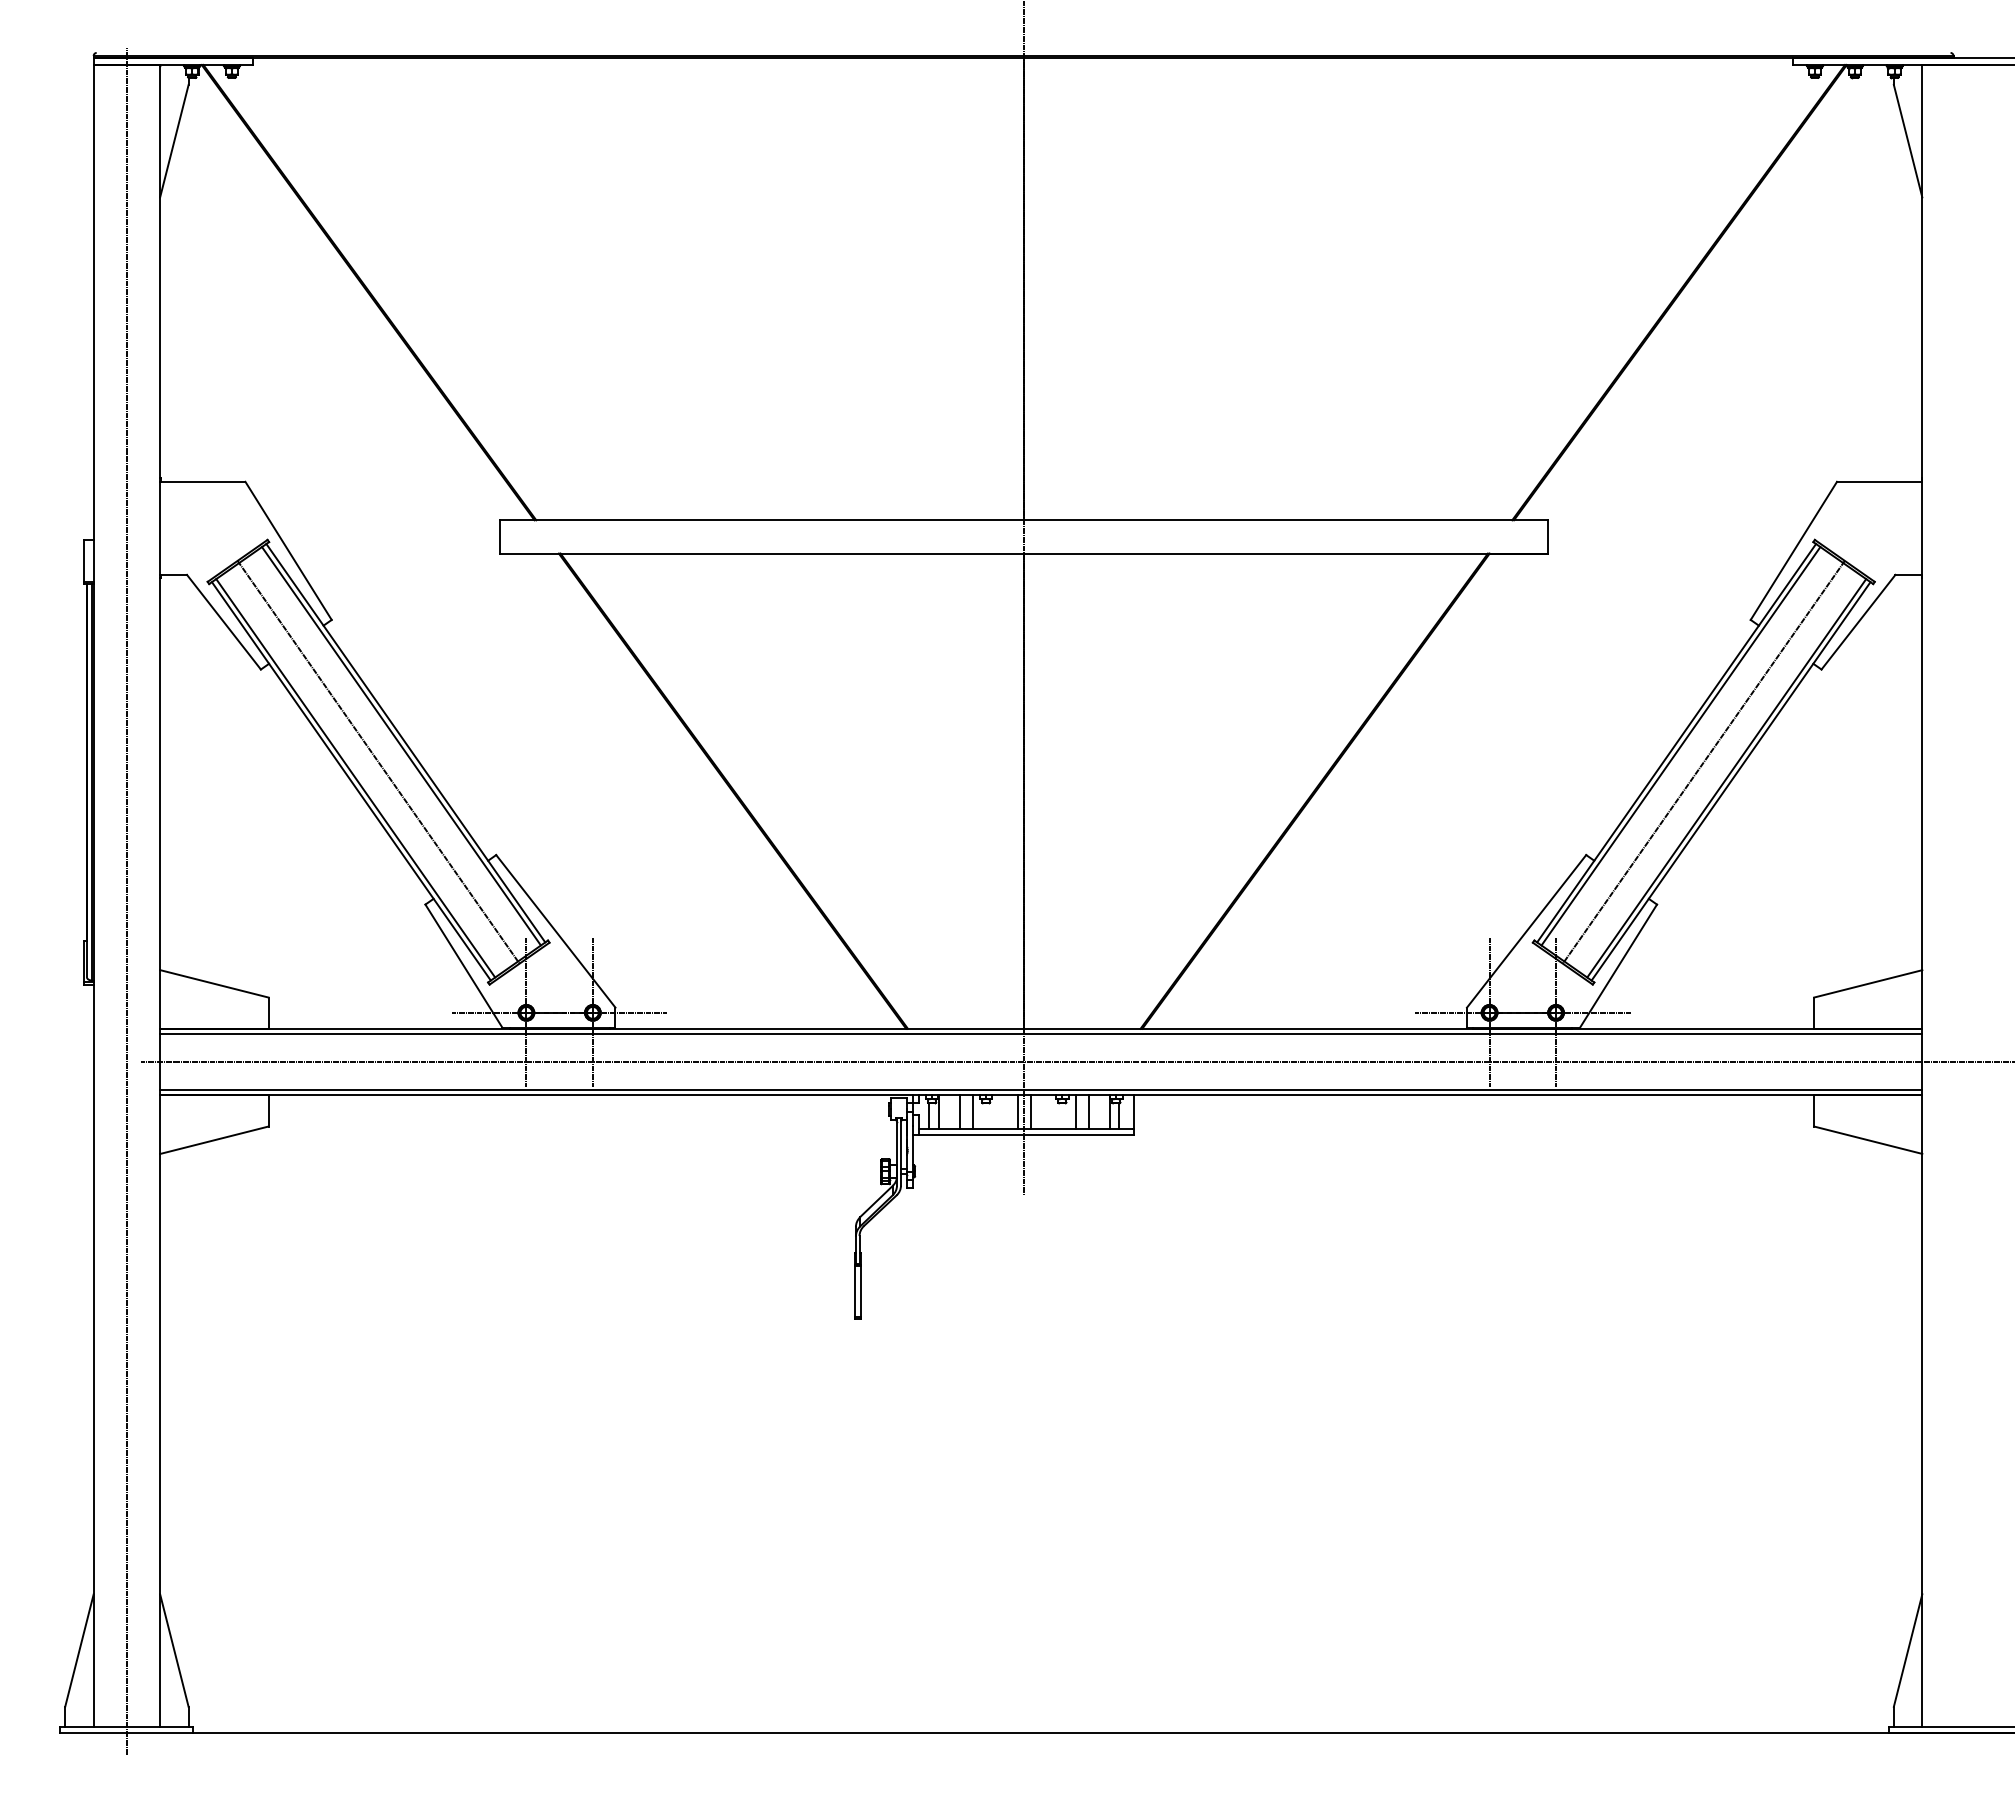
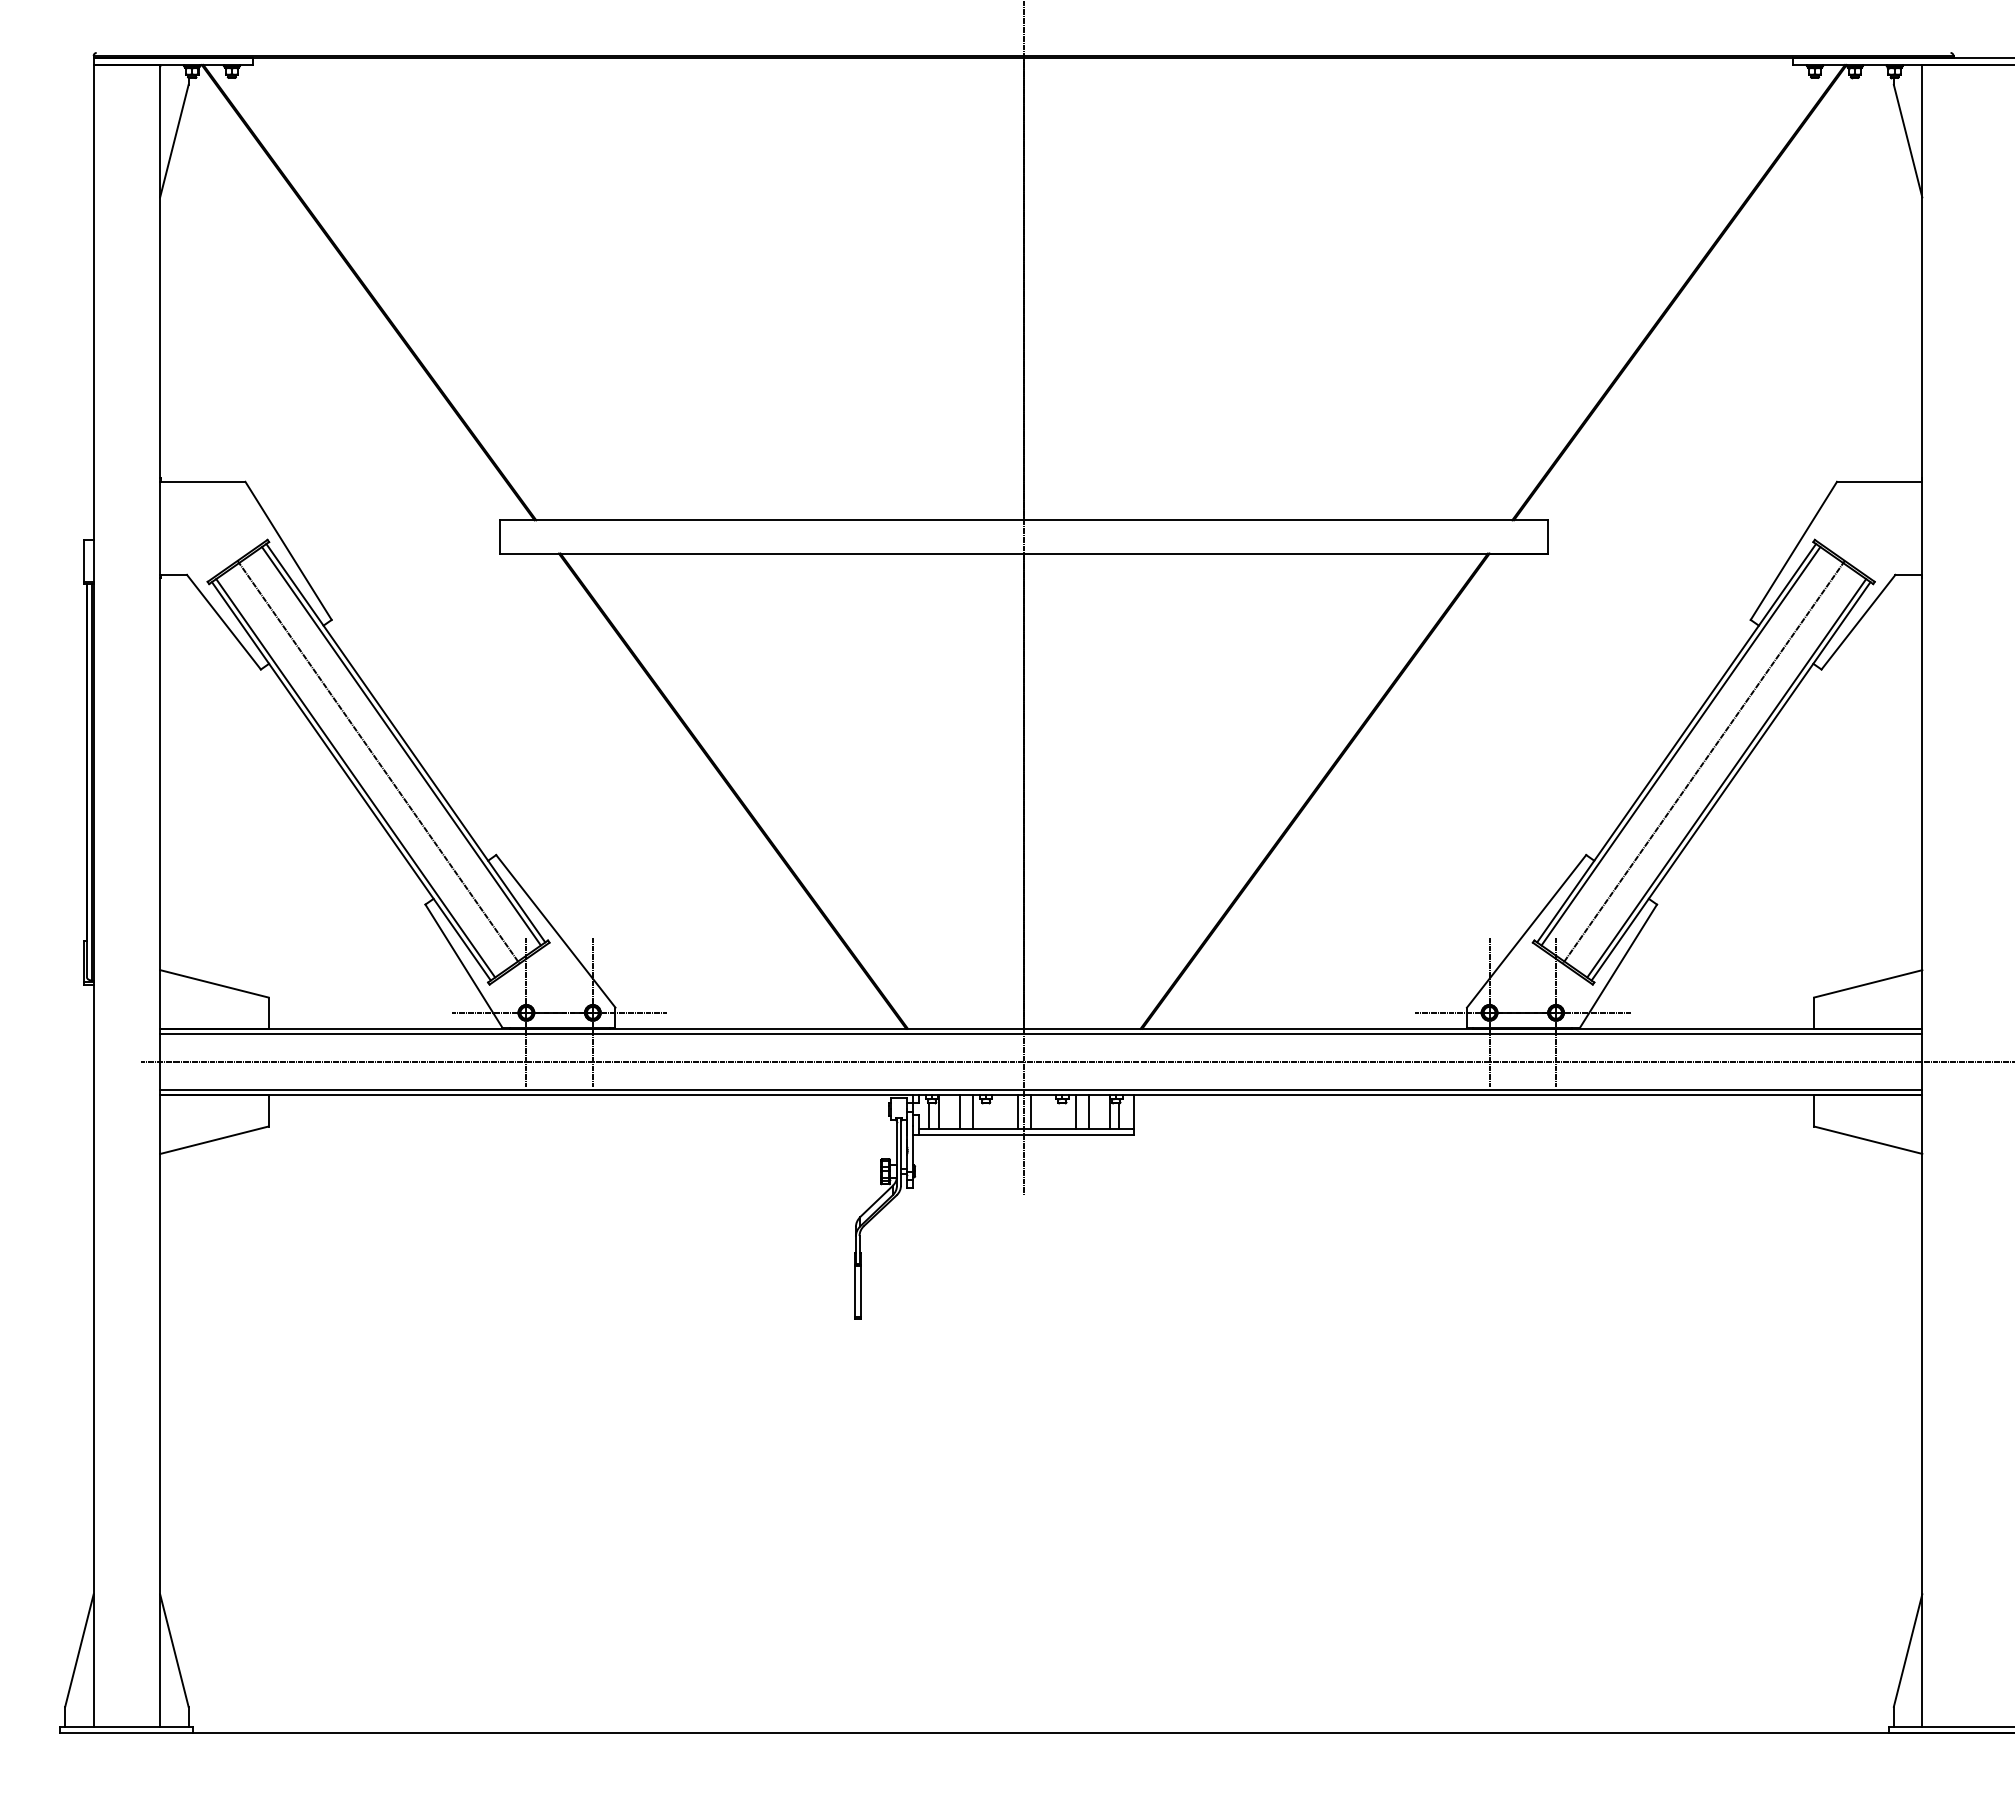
line at (126, 900): present -> none
